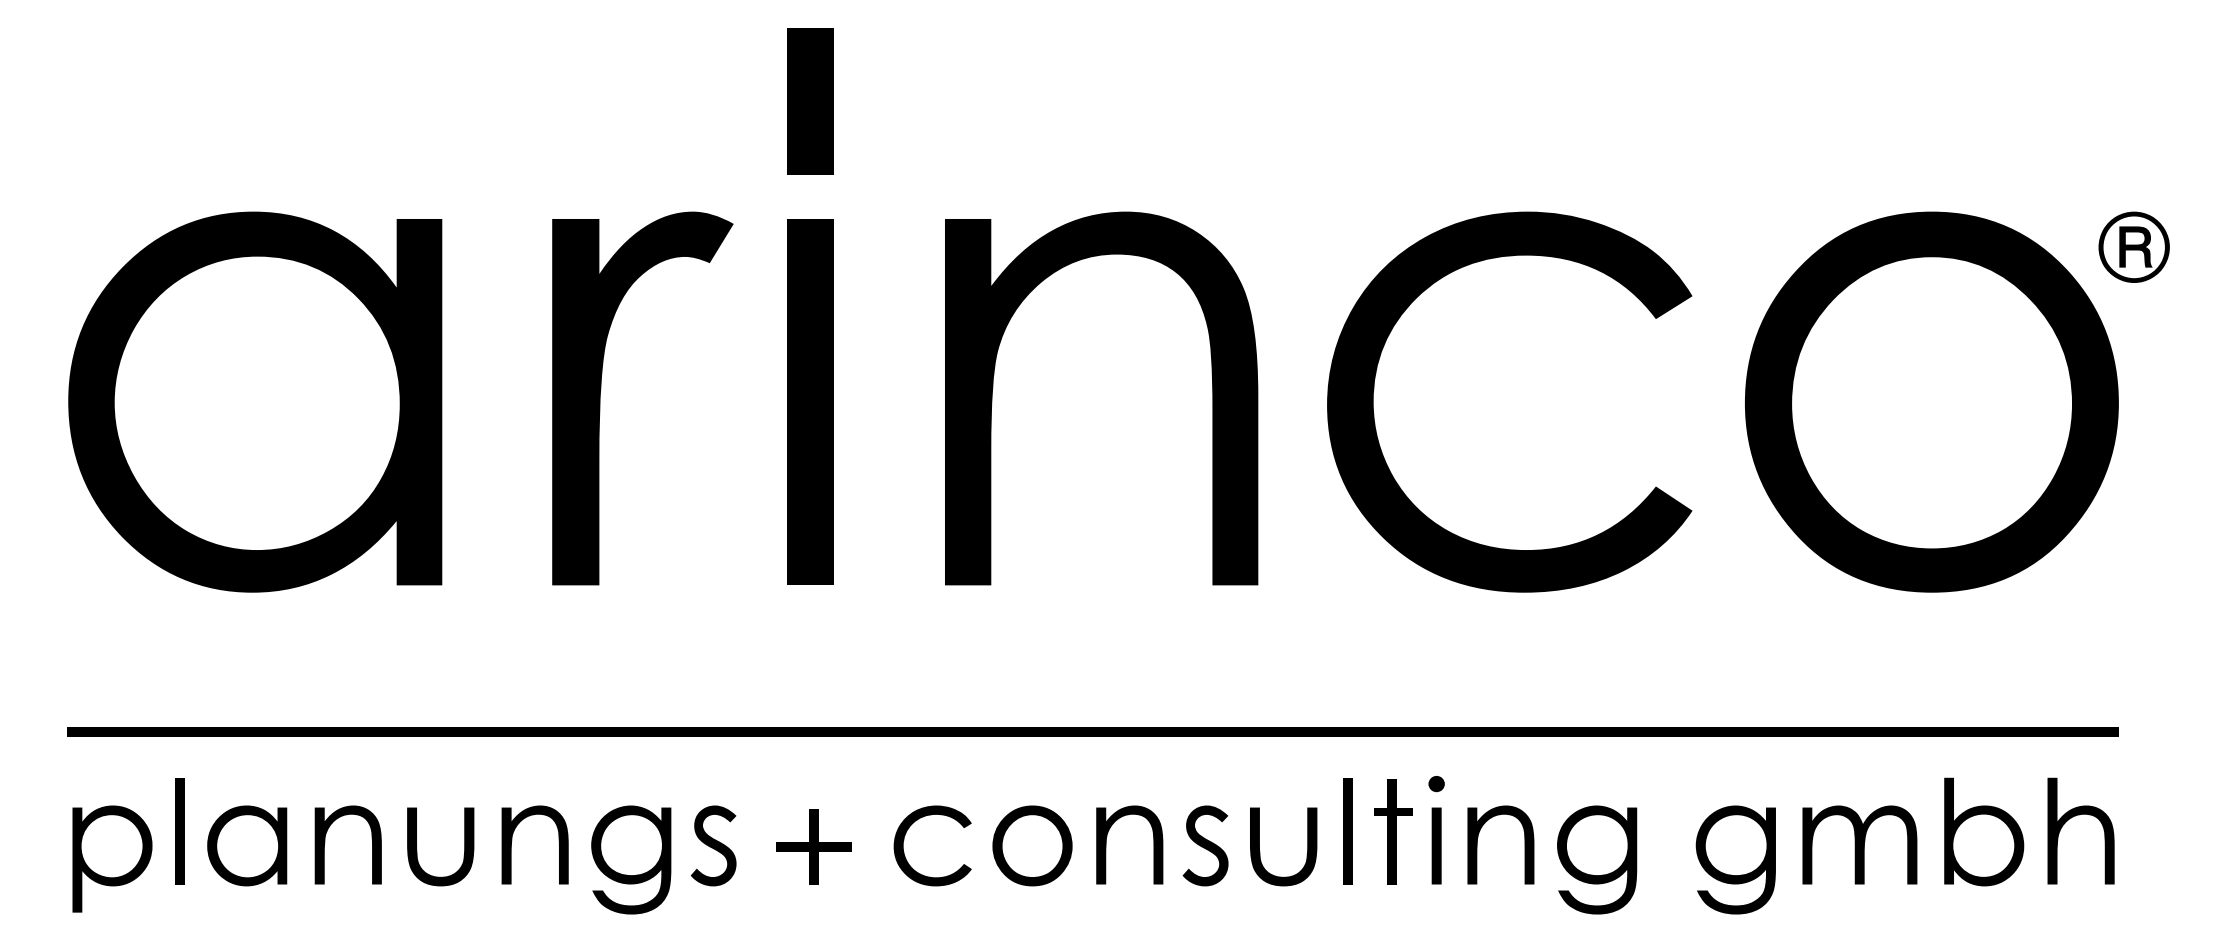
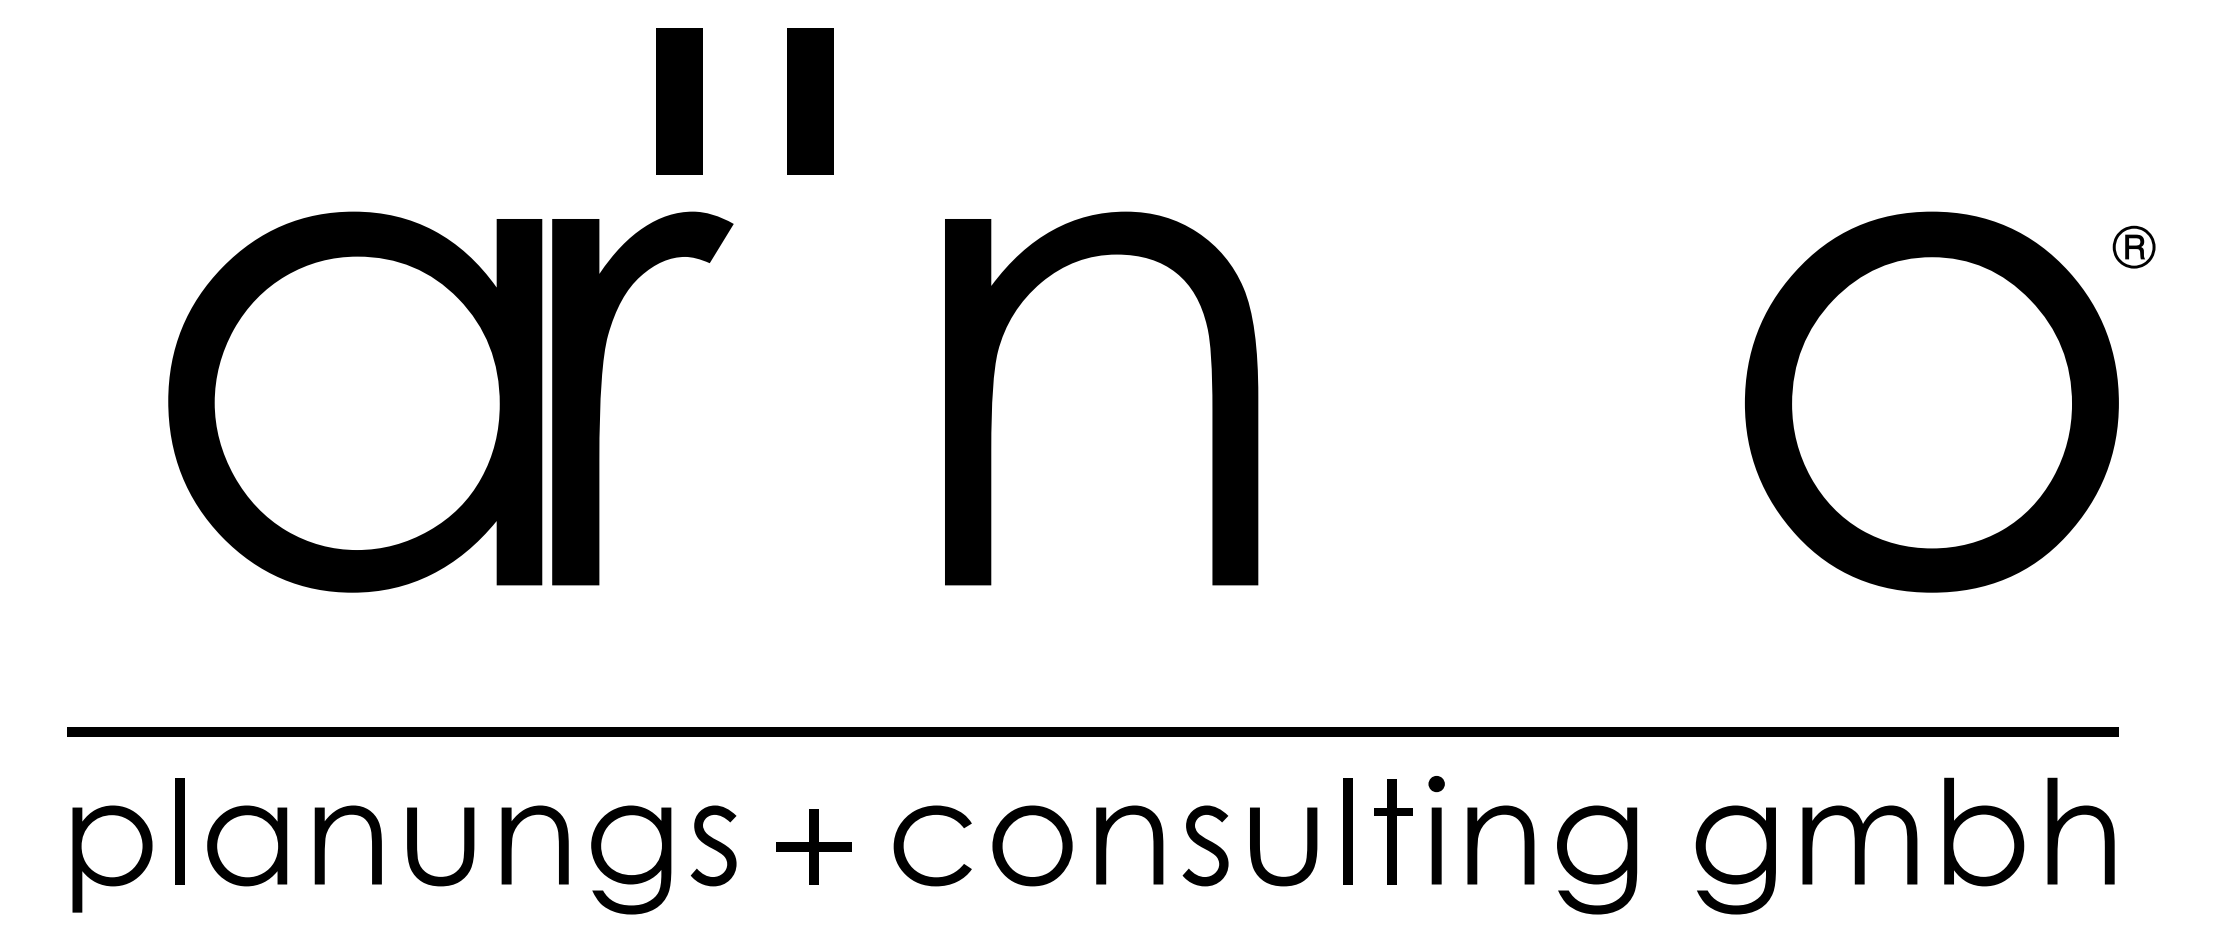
part at (679, 101): none -> present
part at (2133, 246) size: 72x72 px -> 44x44 px
part at (255, 401) position: (255, 401) -> (355, 401)
fill at (810, 401): present -> none
fill at (1509, 401): present -> none
